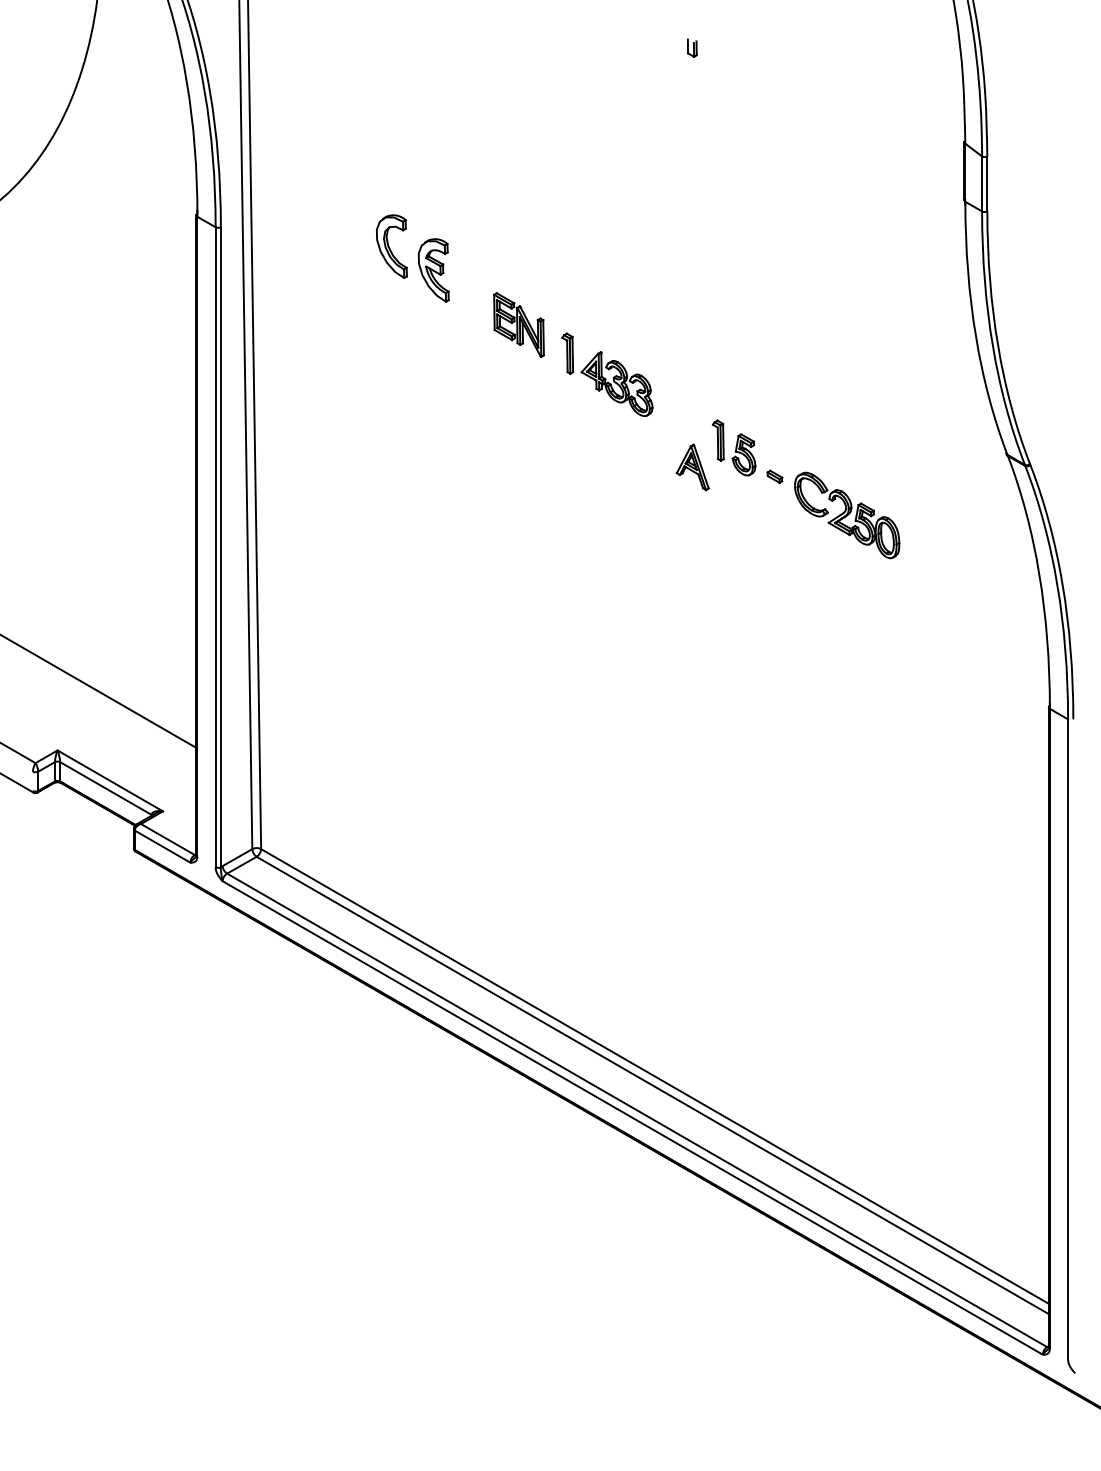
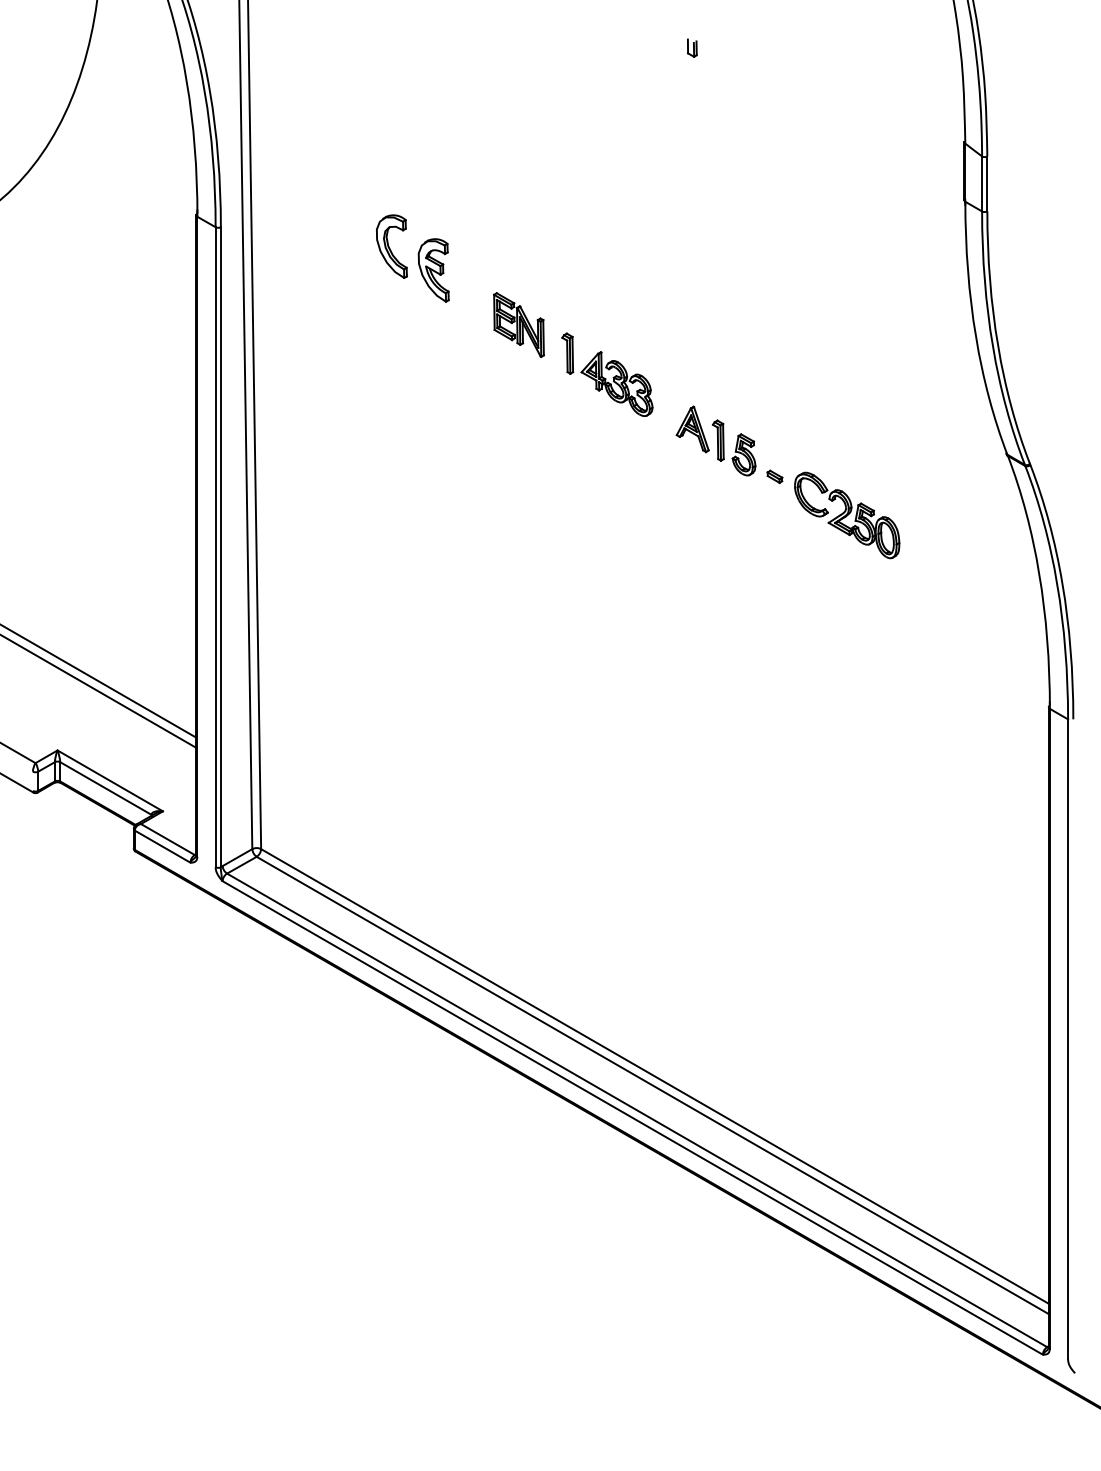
part at (692, 467) position: (692, 467) -> (692, 429)
line at (99, 681): none -> present
